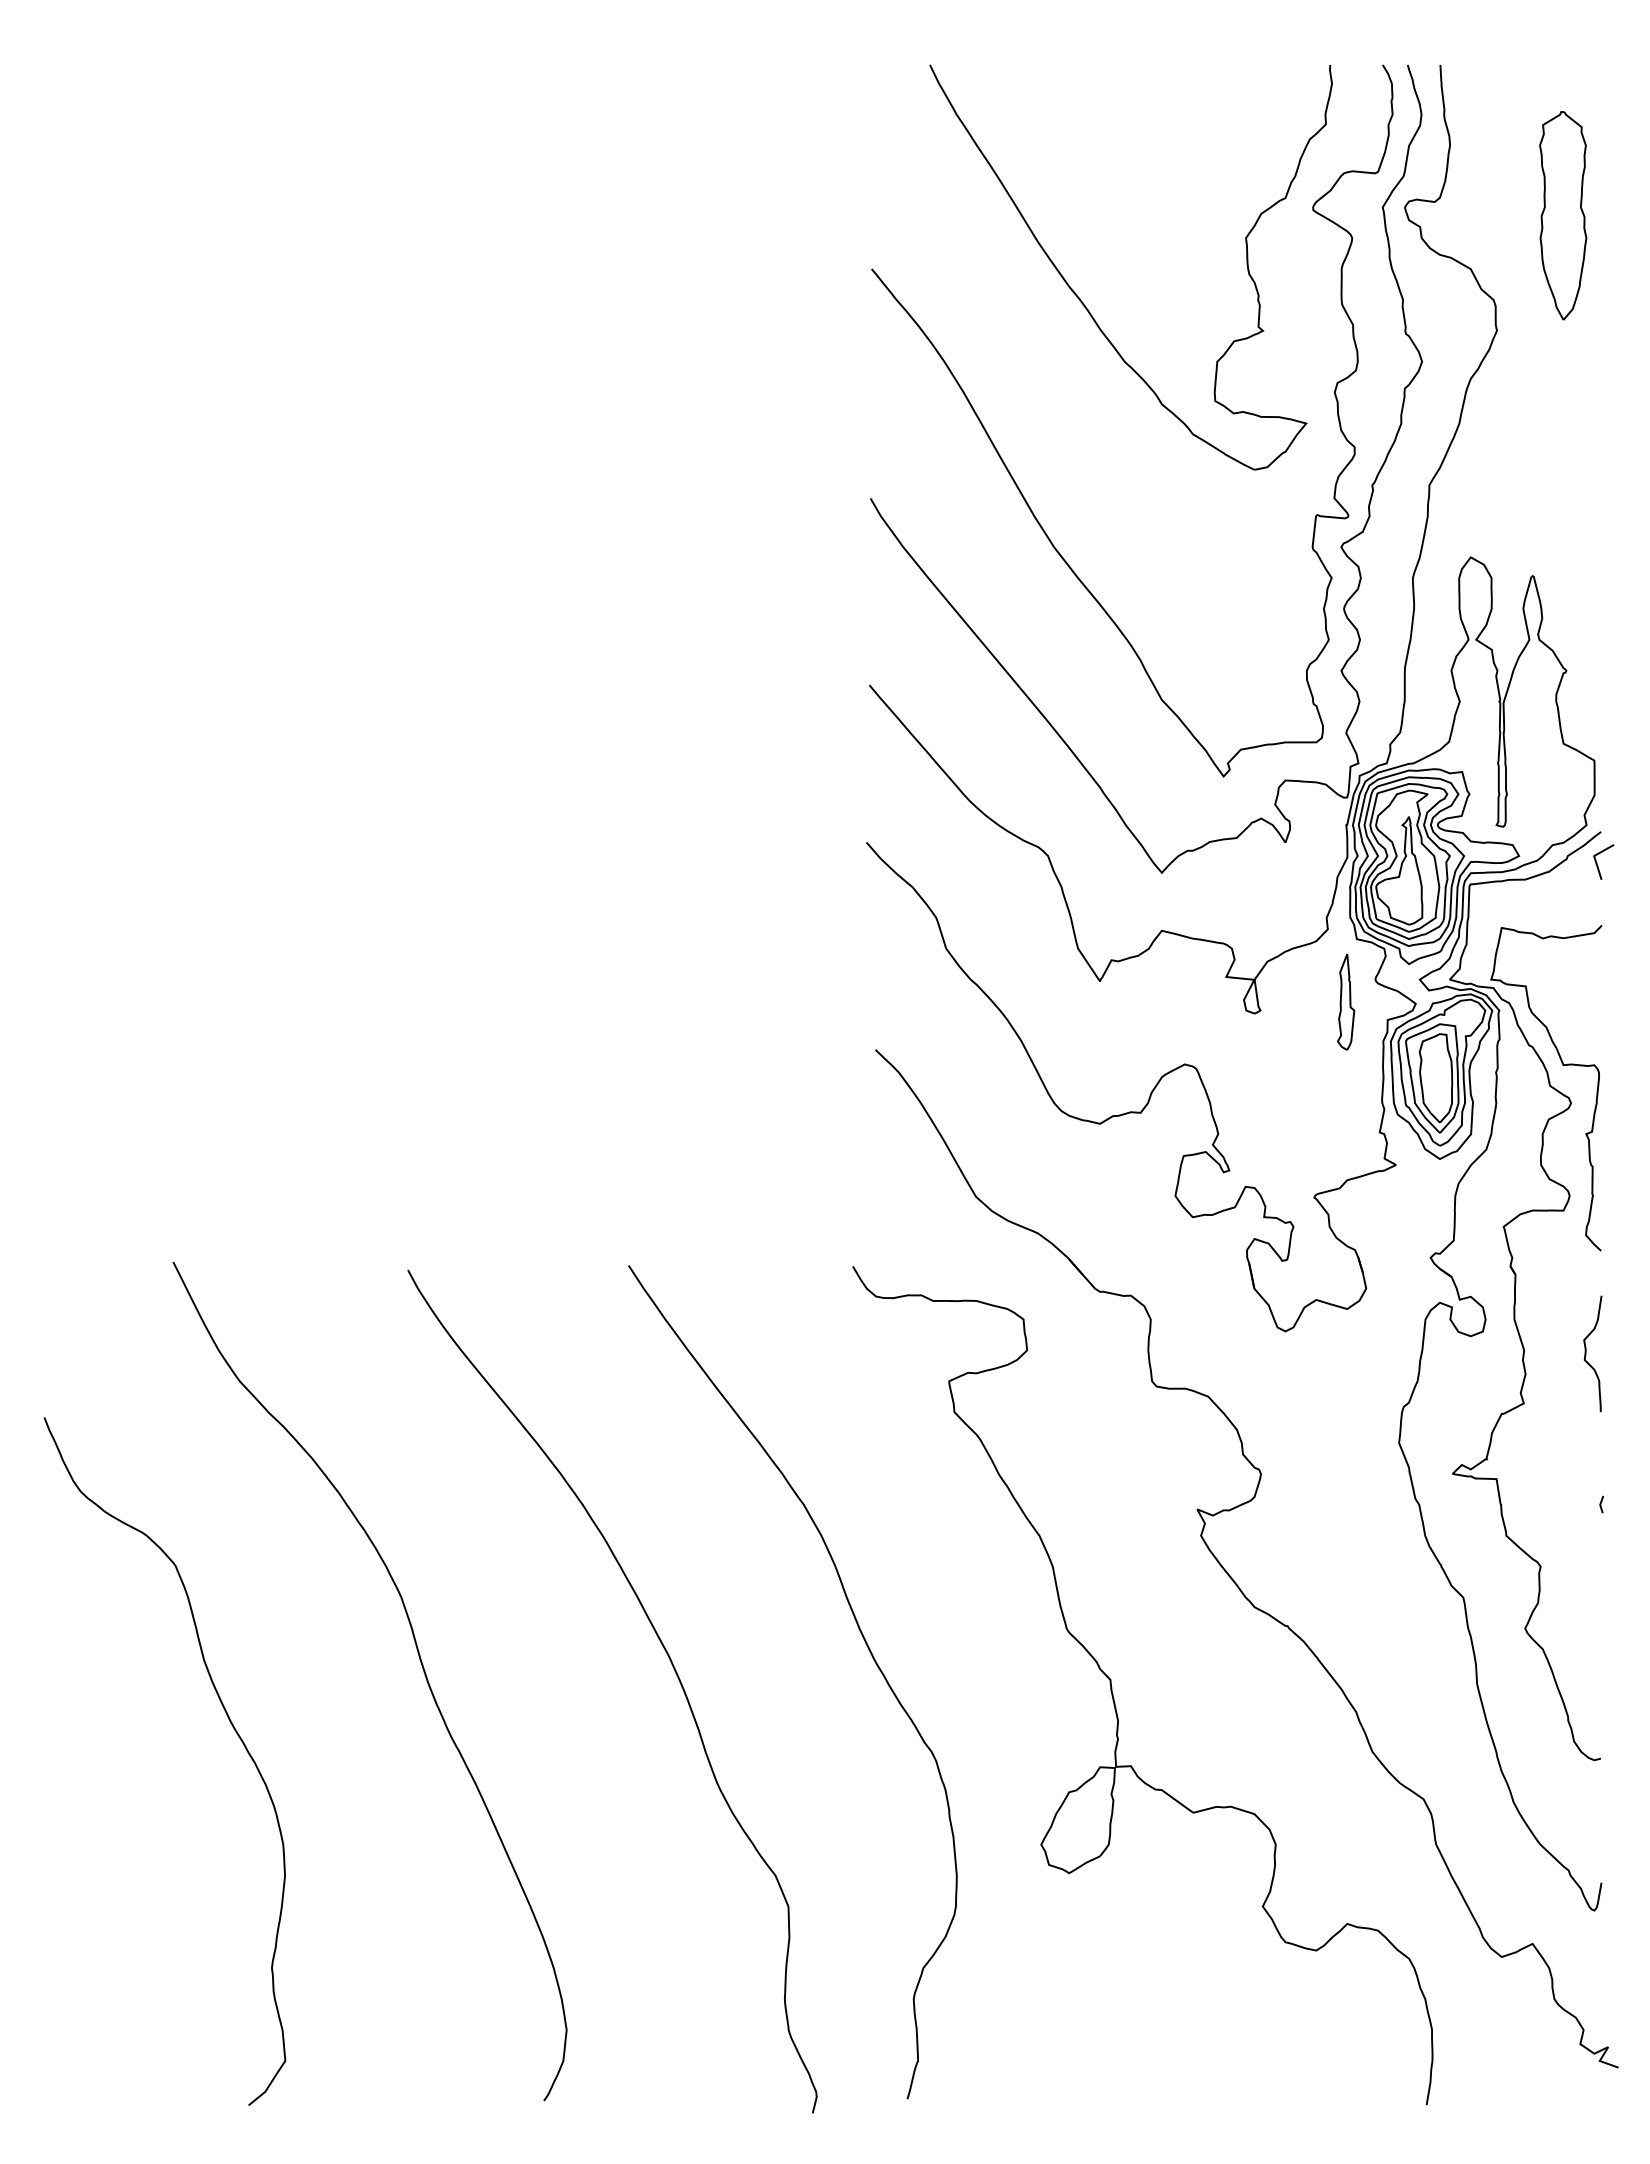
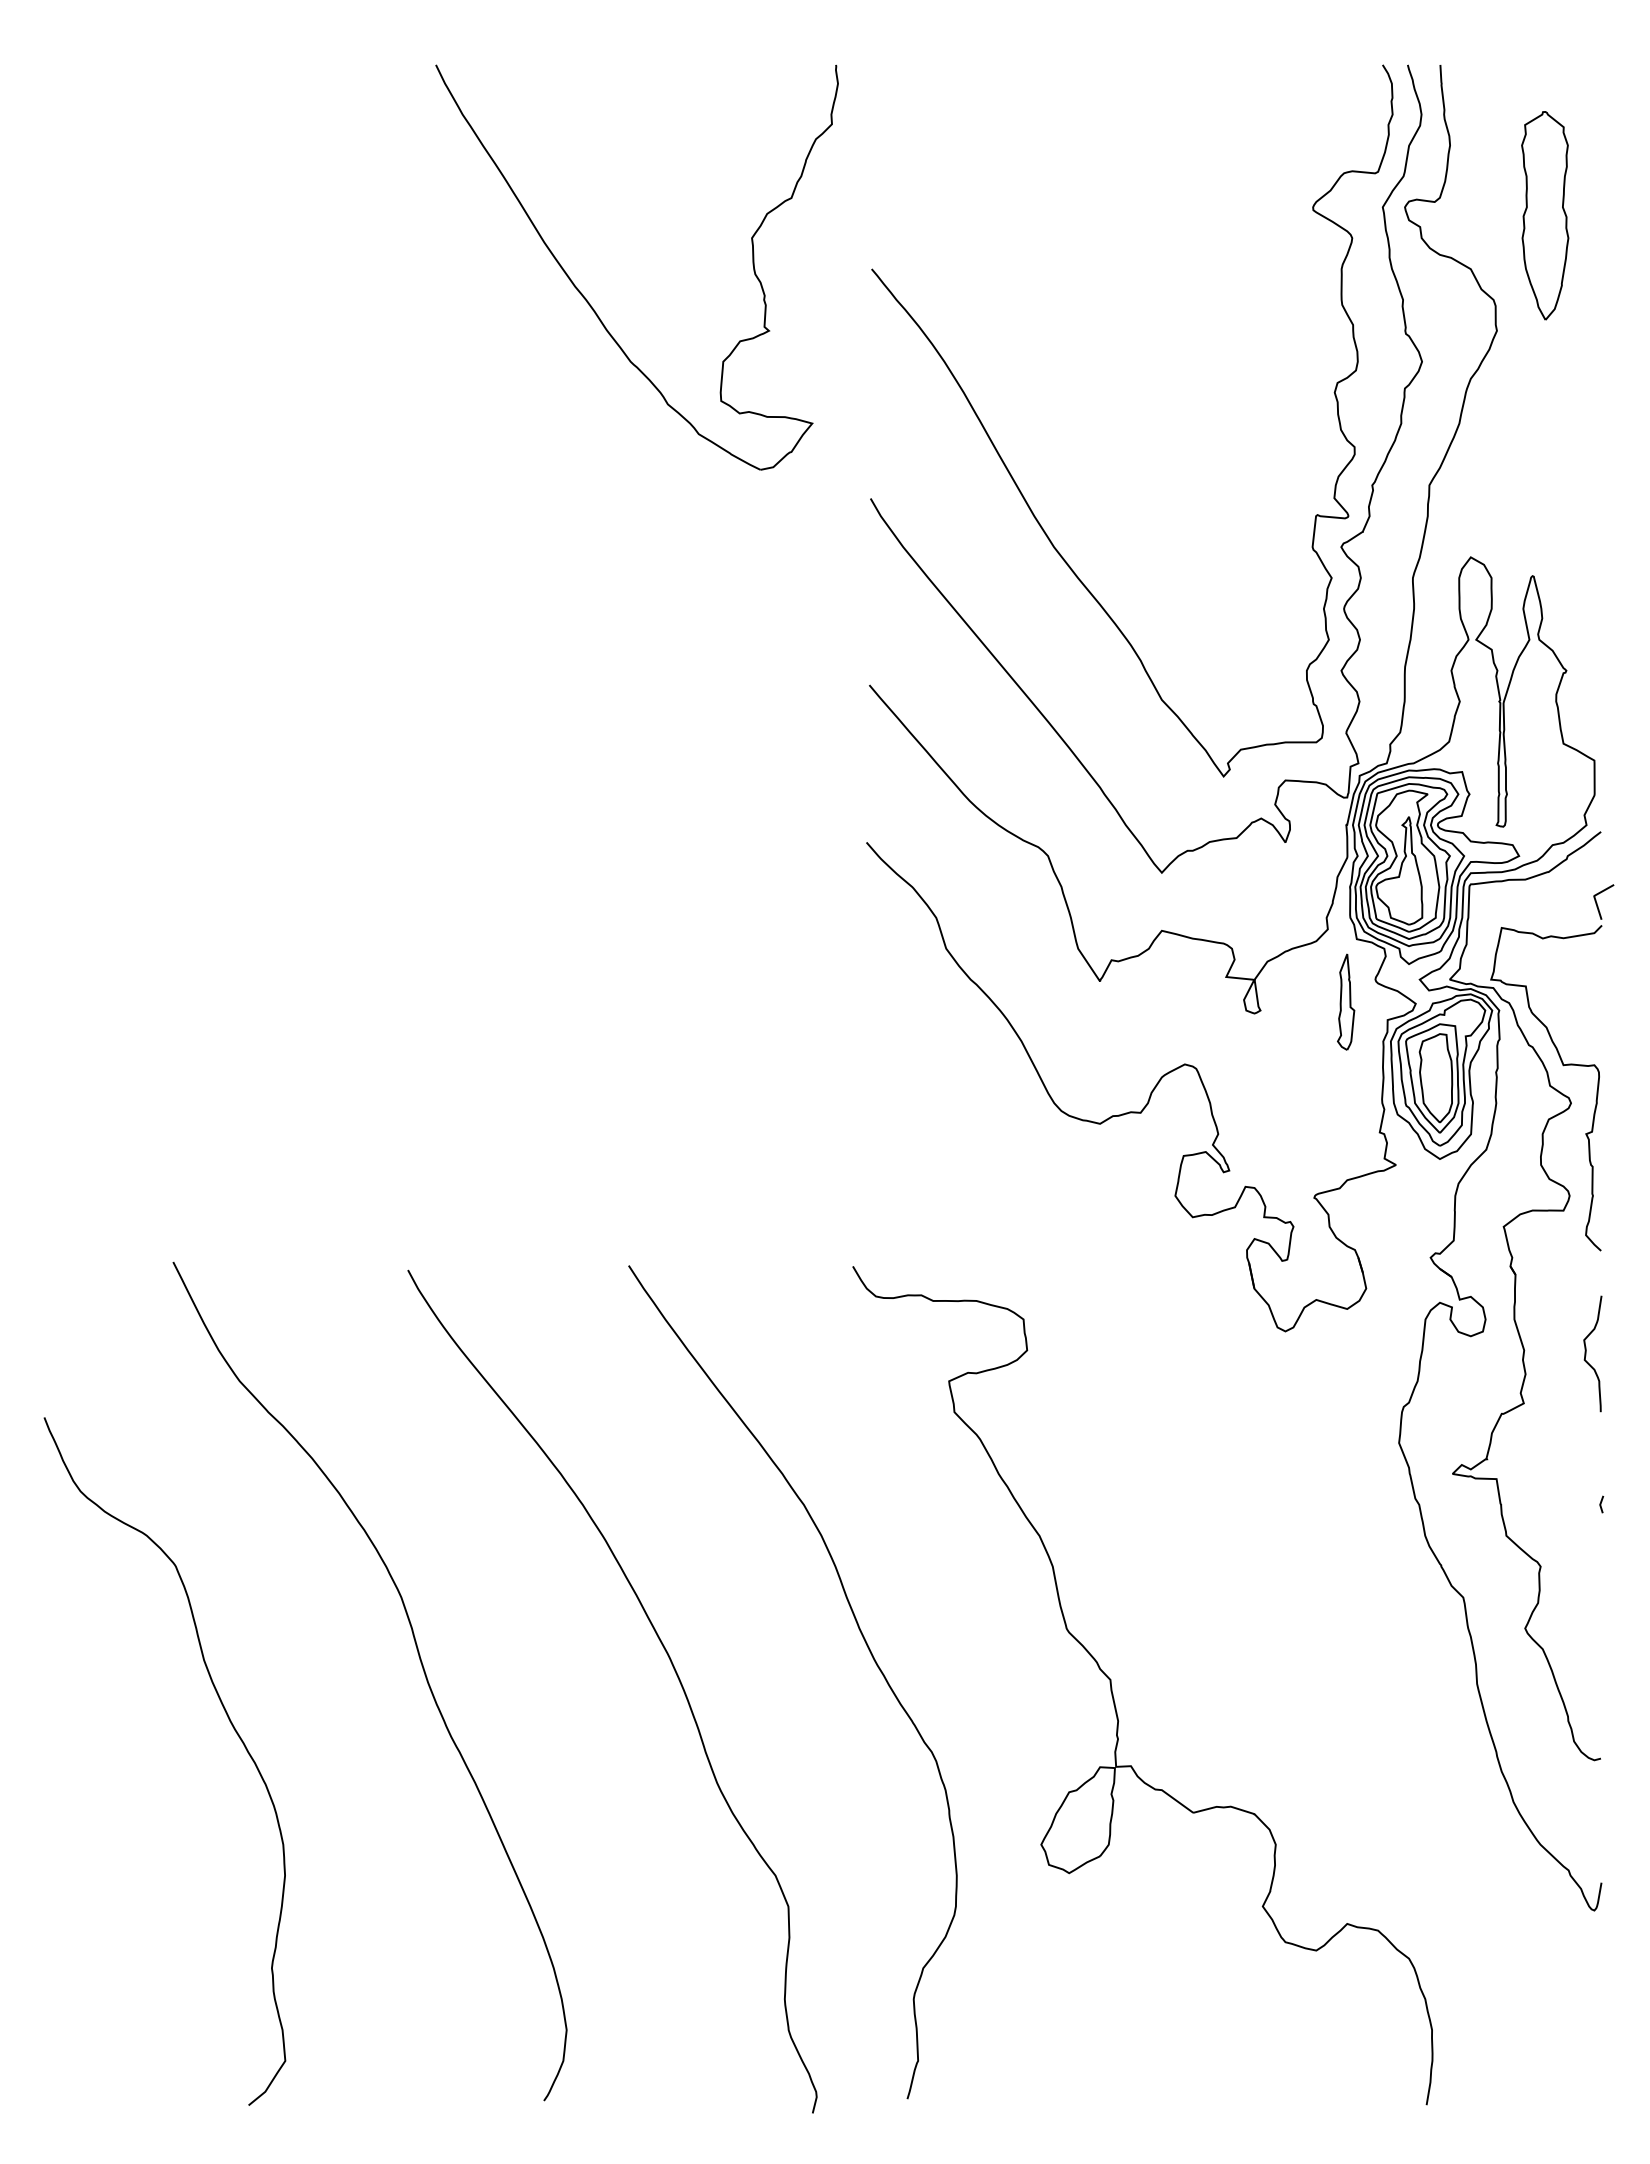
part at (1563, 215) position: (1563, 215) -> (1545, 215)
part at (1083, 302) position: (1083, 302) -> (589, 302)
curve at (1597, 862) position: (1597, 862) -> (1597, 902)
part at (1227, 1571): present -> none
